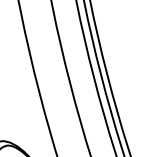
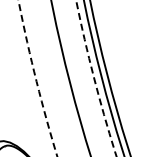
circle at (37, 78): solid -> dashed
circle at (96, 78): solid -> dashed
